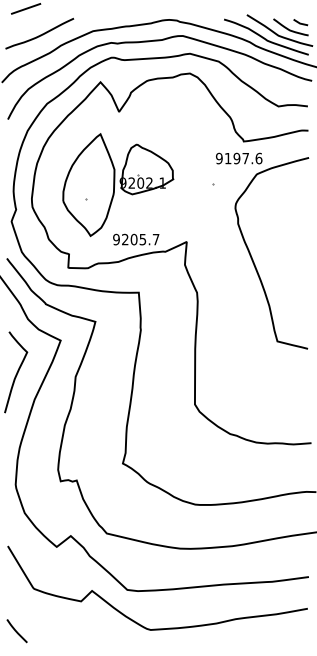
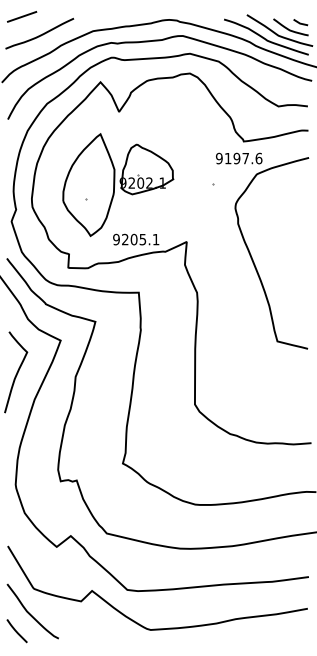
line at (26, 8) position: (26, 8) -> (22, 16)
text at (155, 239): 9205.7 -> 9205.1
curve at (30, 613): none -> present
